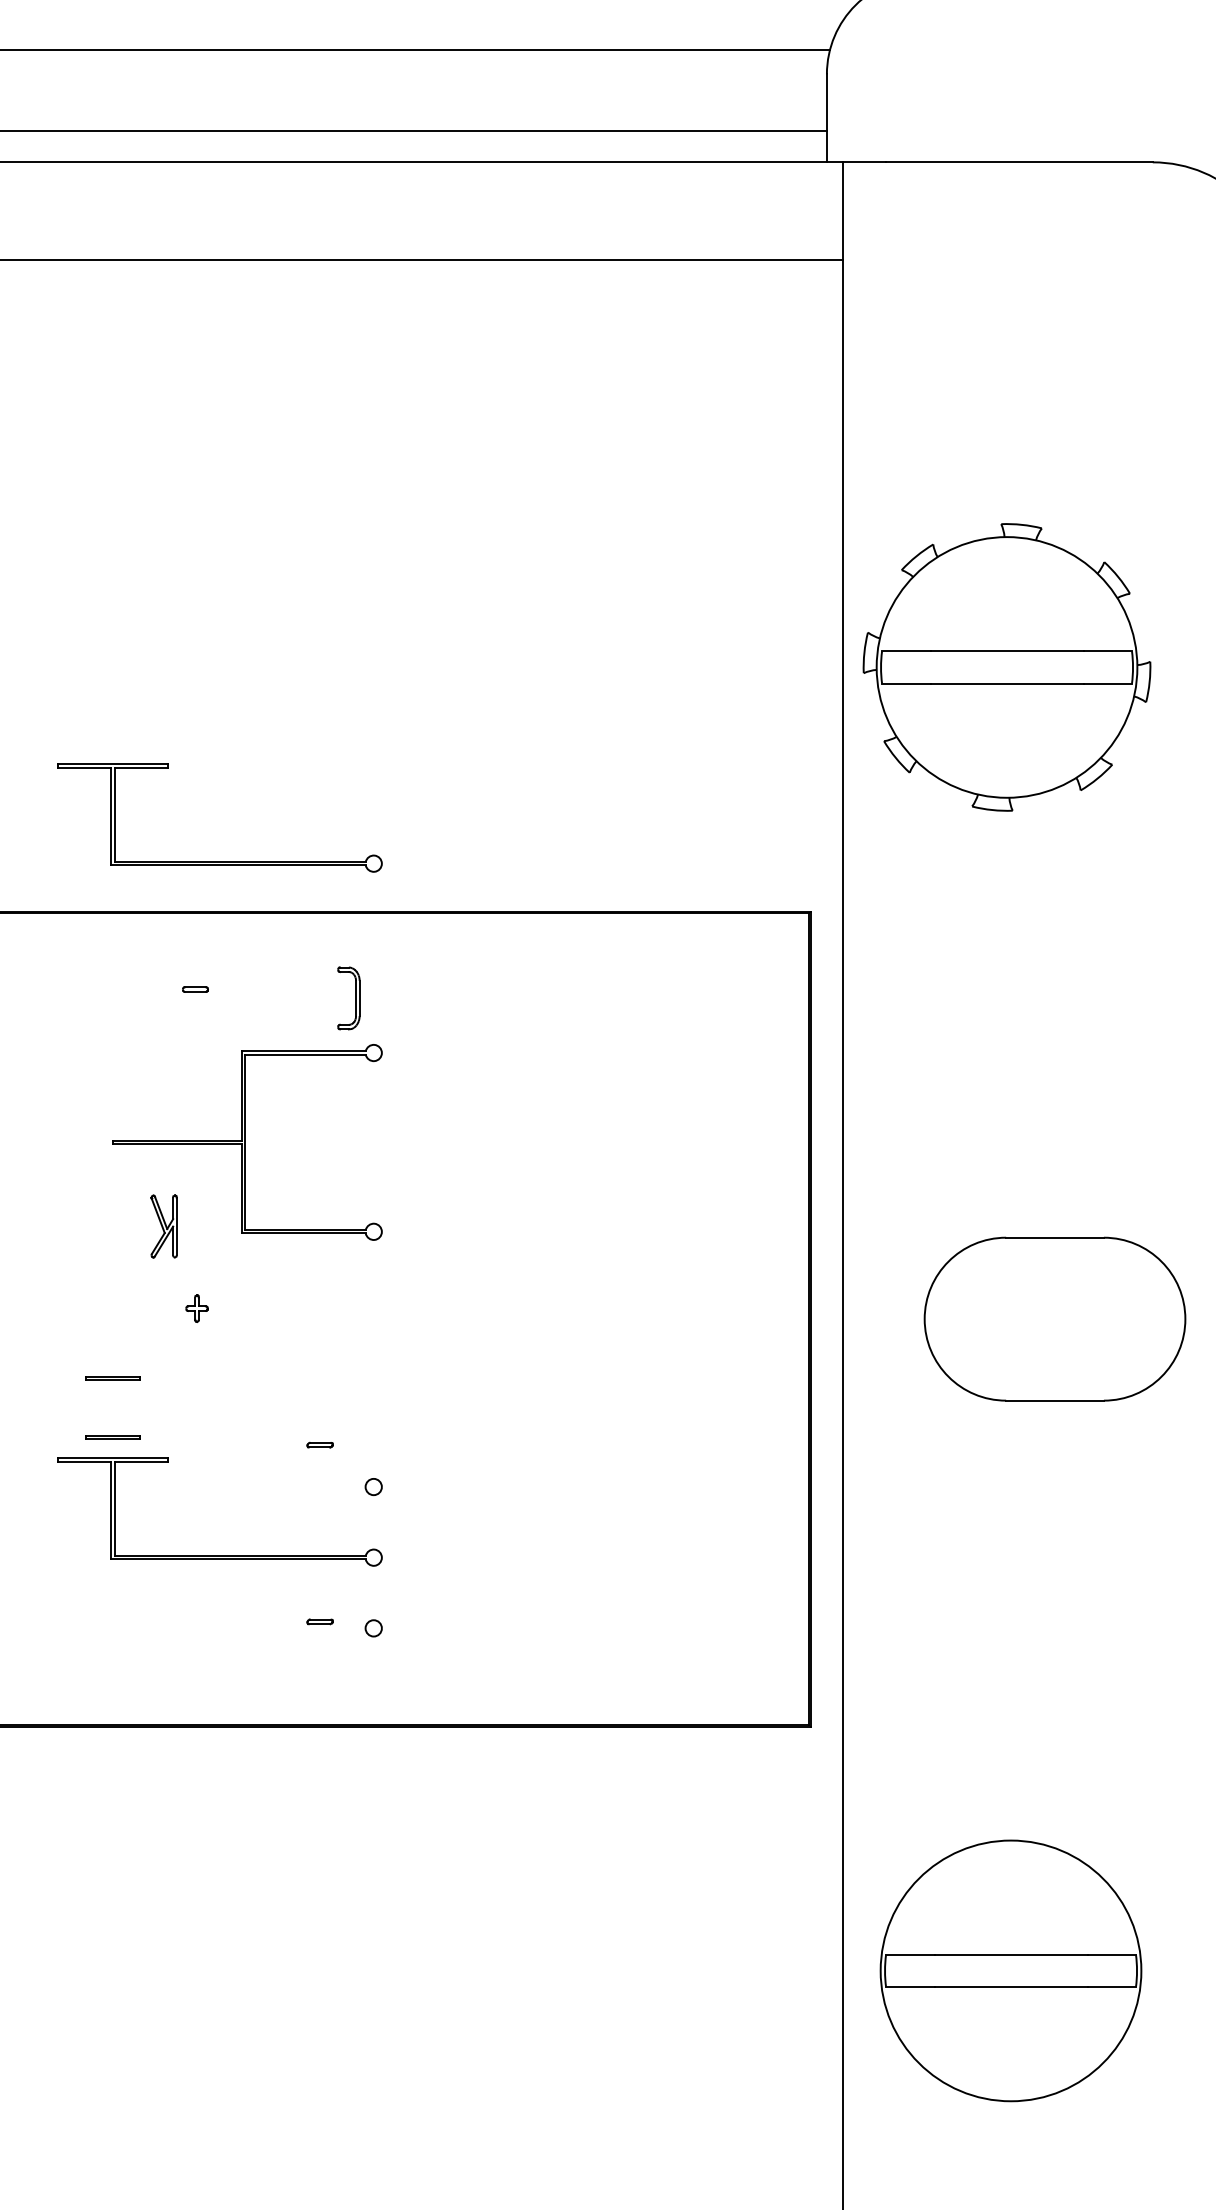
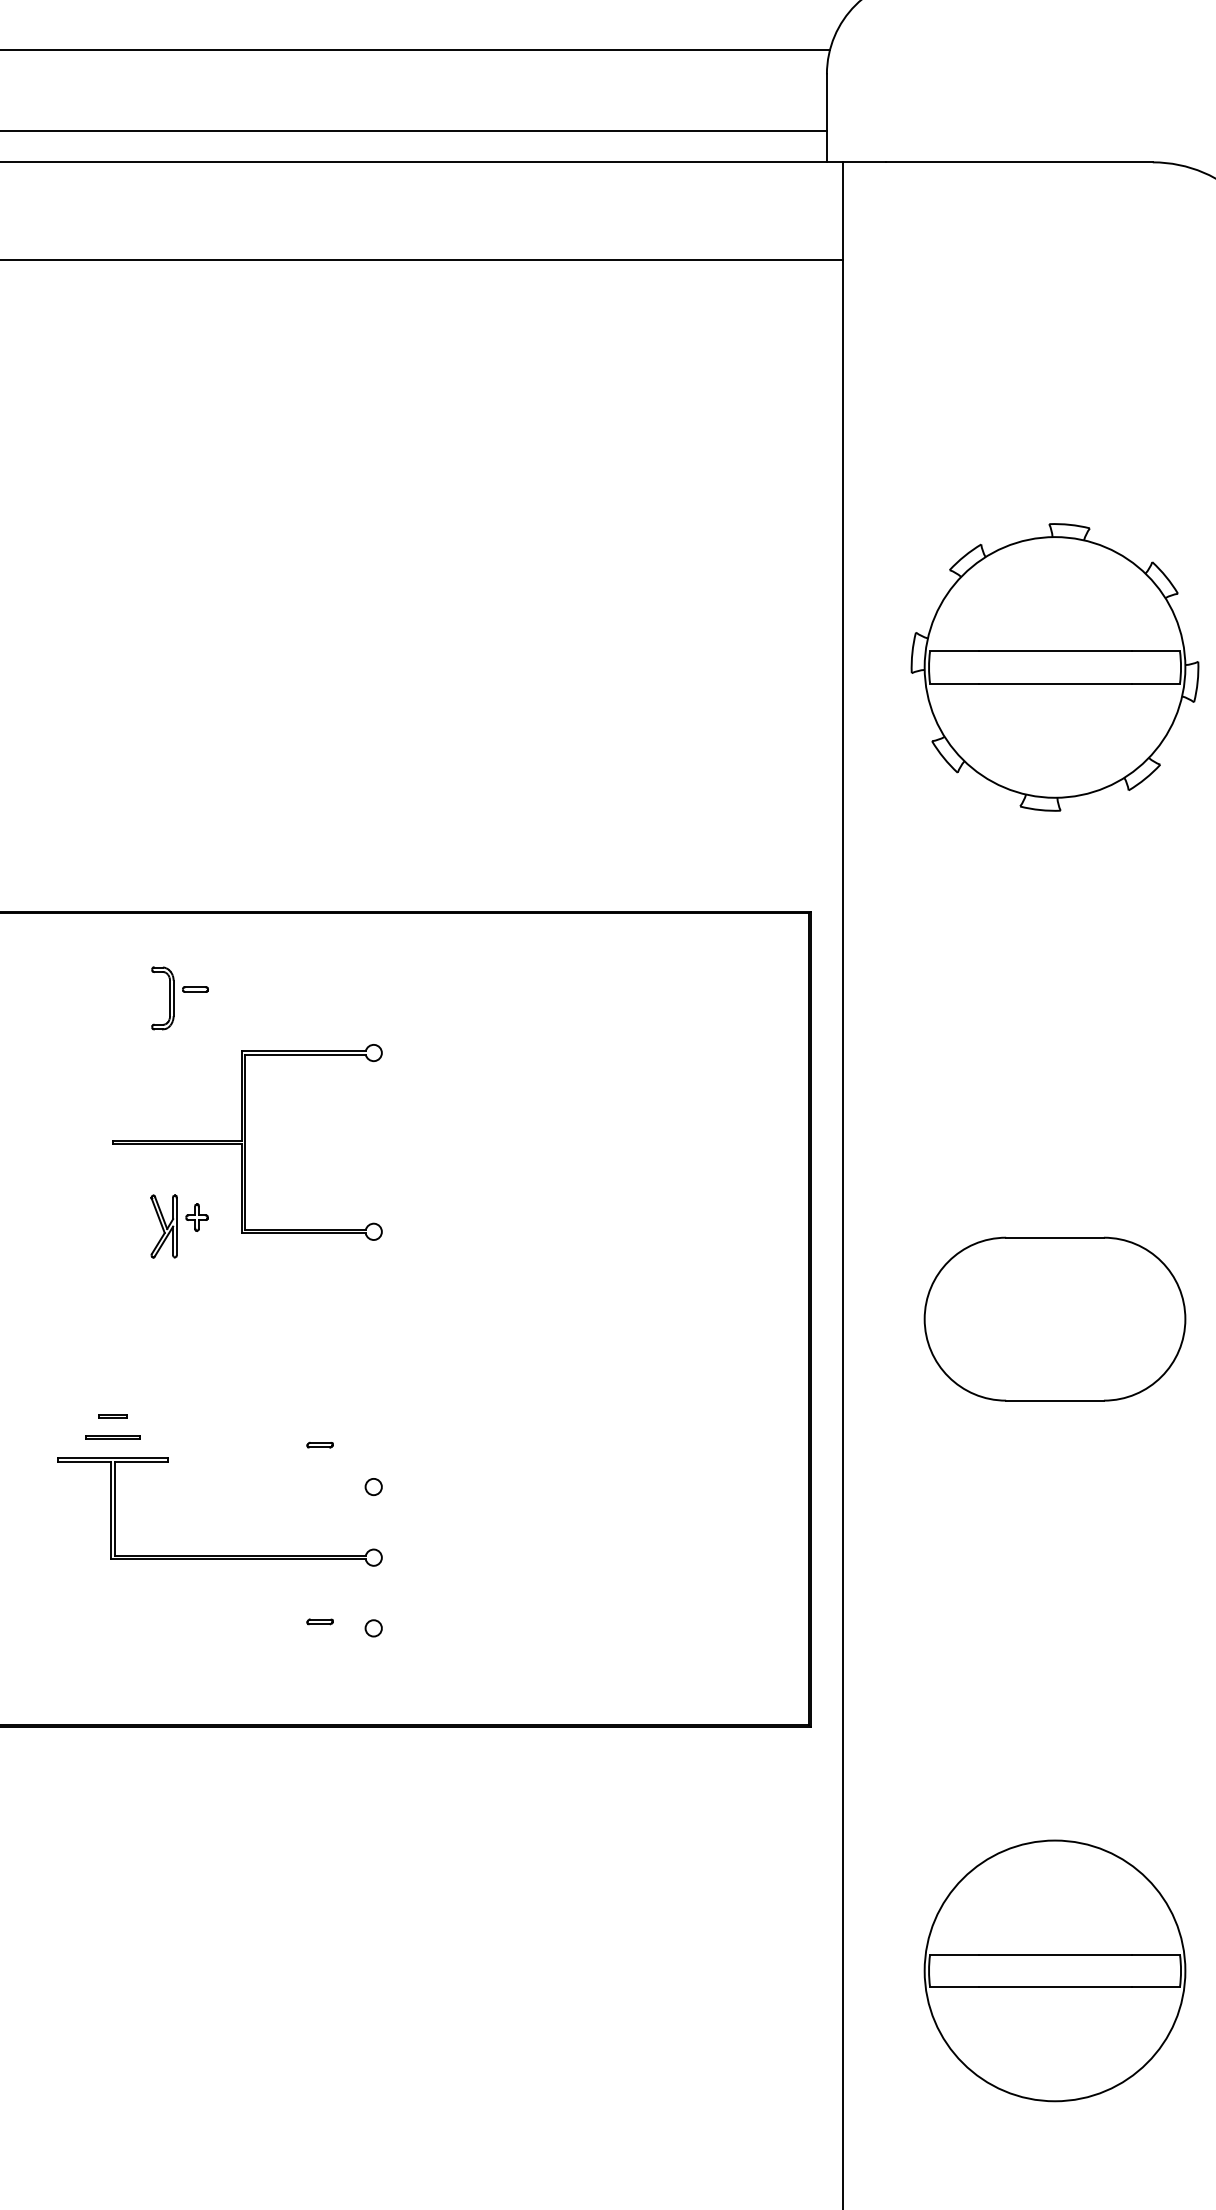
part at (1006, 667) position: (1006, 667) -> (1054, 667)
part at (219, 861): present -> none
part at (355, 998) position: (355, 998) -> (169, 998)
part at (196, 1308) position: (196, 1308) -> (196, 1217)
line at (112, 1377): present -> none
line at (112, 1415): none -> present
part at (1010, 1970) position: (1010, 1970) -> (1054, 1970)
